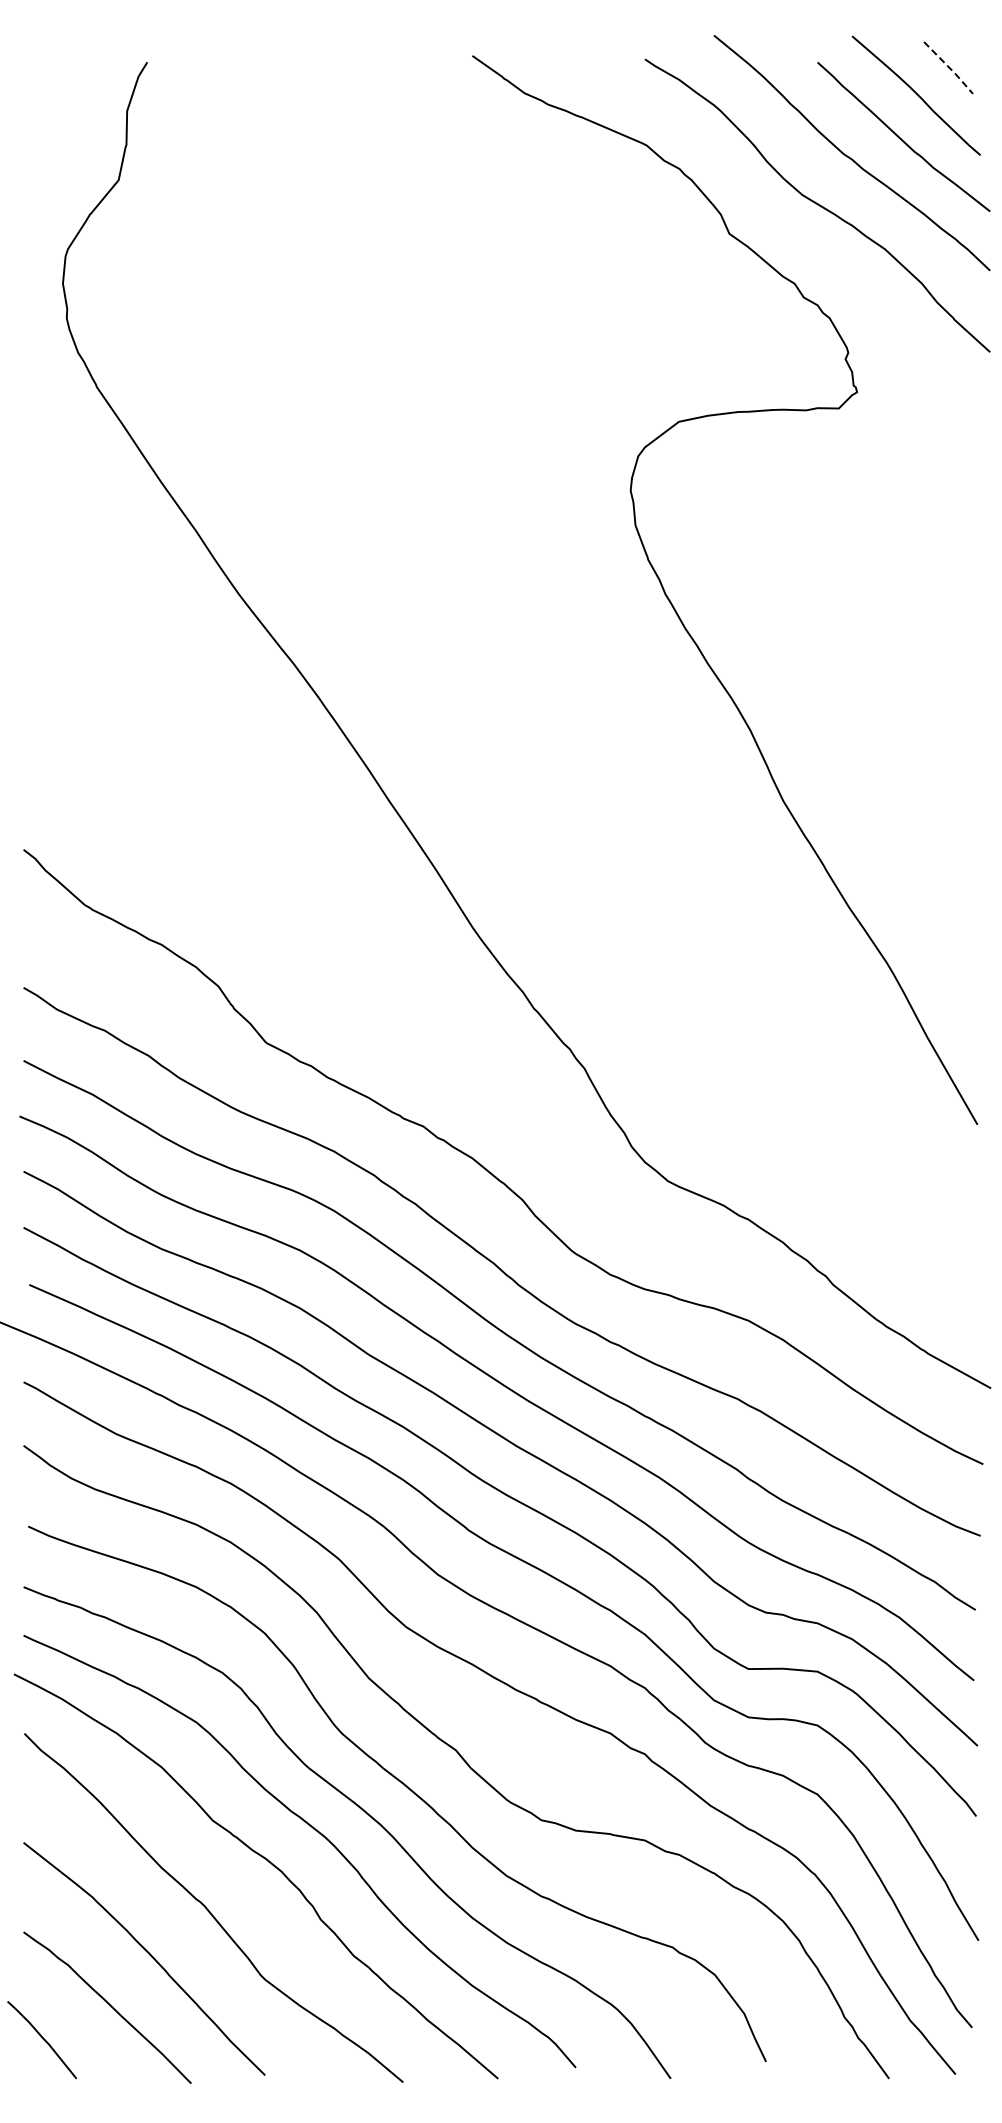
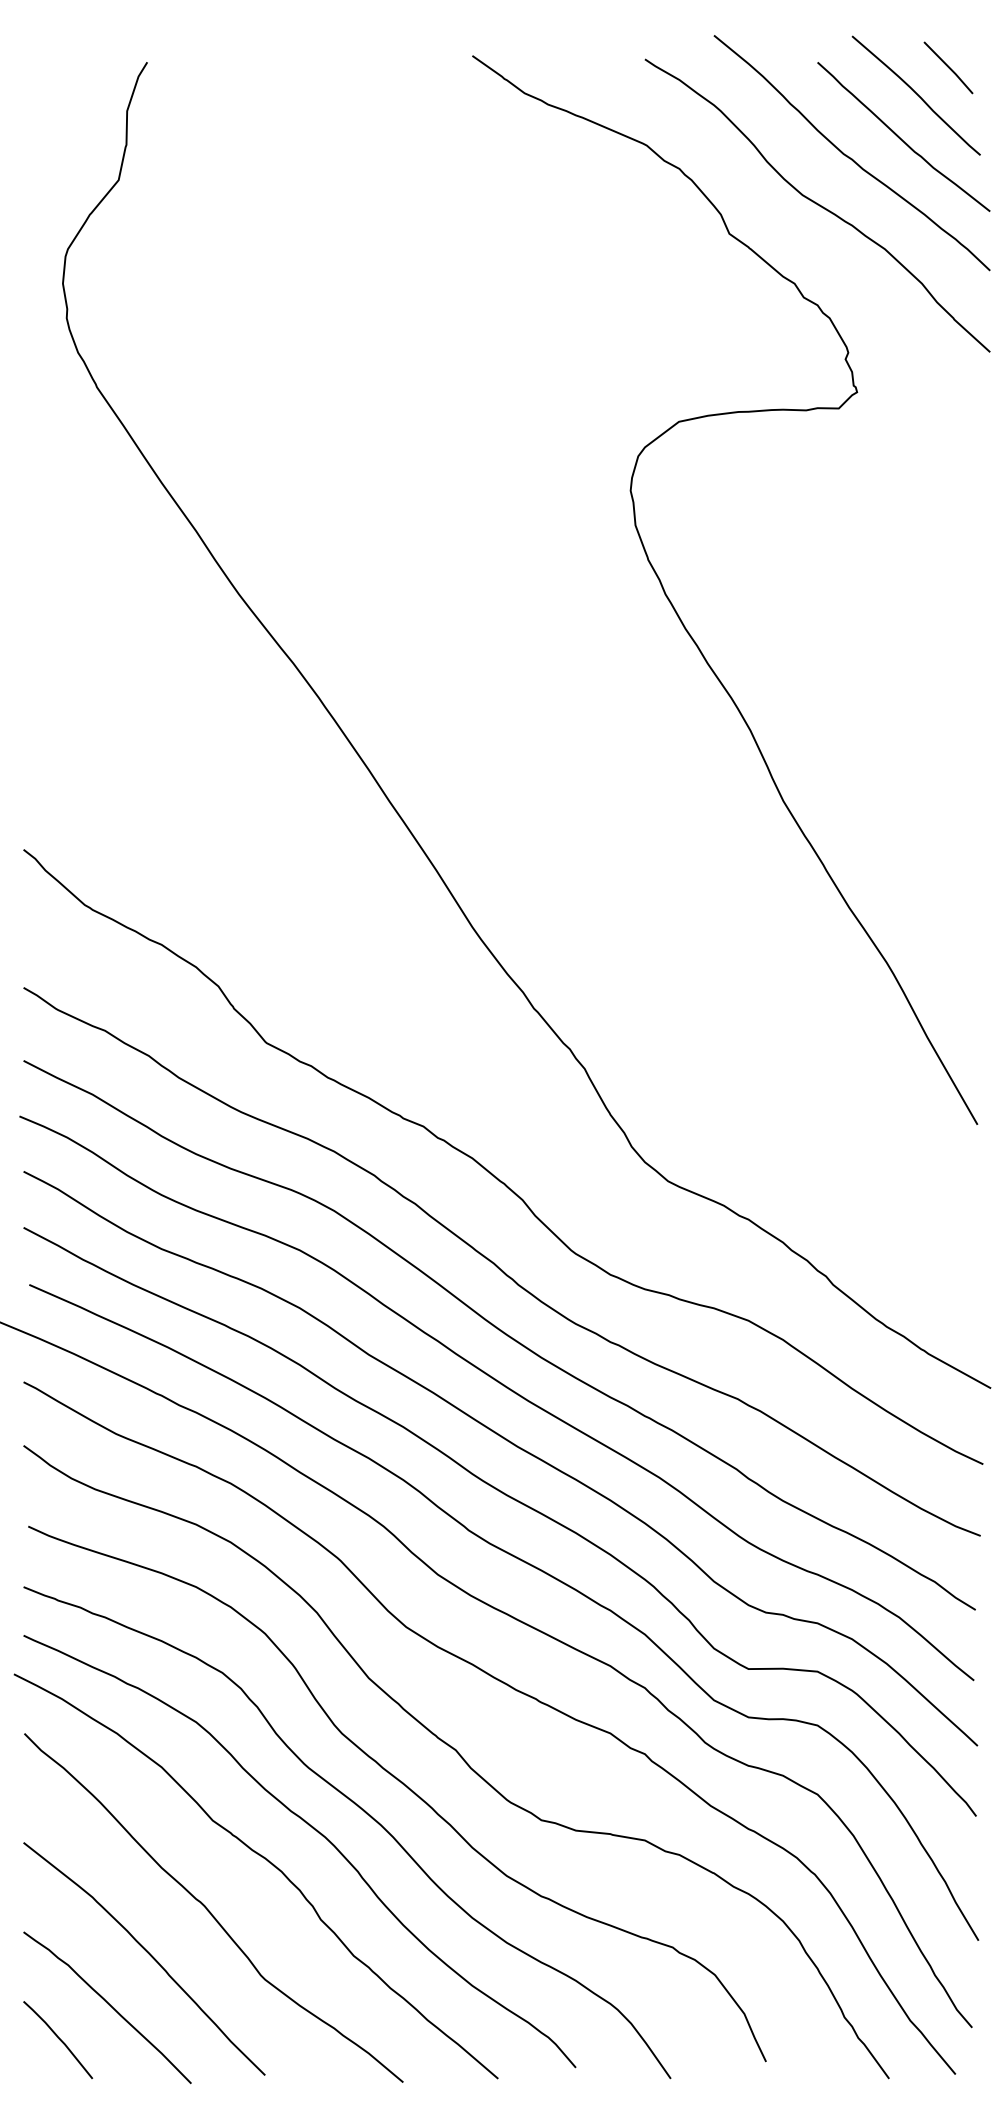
line at (949, 67): dashed -> solid
curve at (42, 2039) position: (42, 2039) -> (58, 2039)
